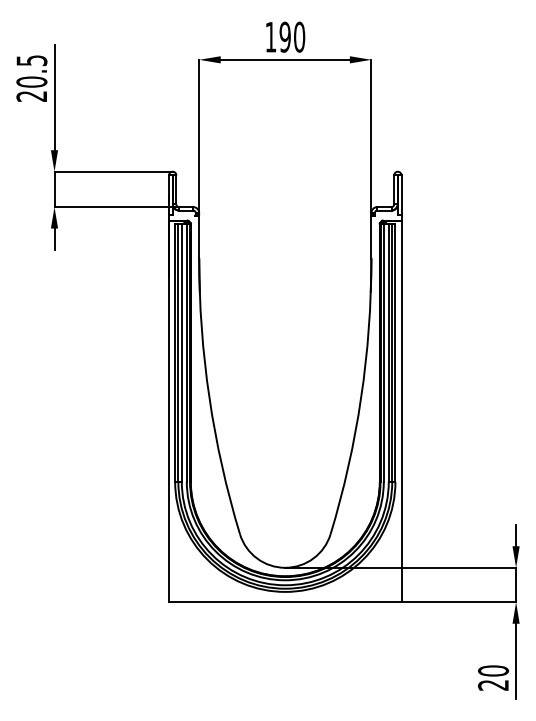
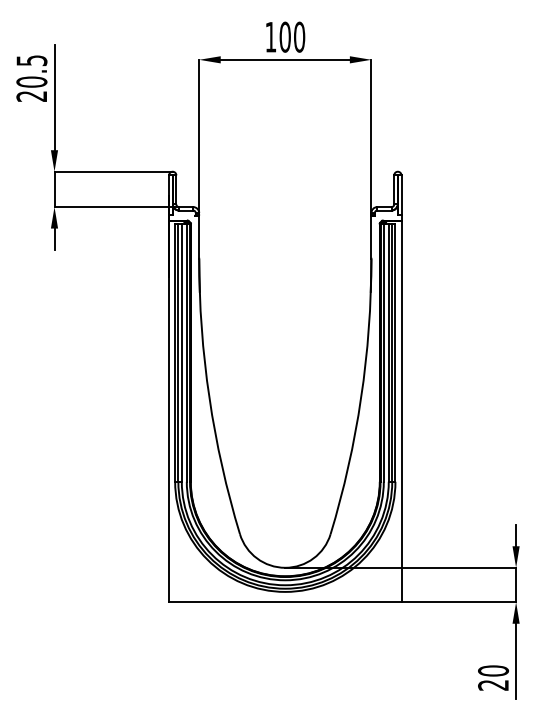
text at (284, 37): 190 -> 100
